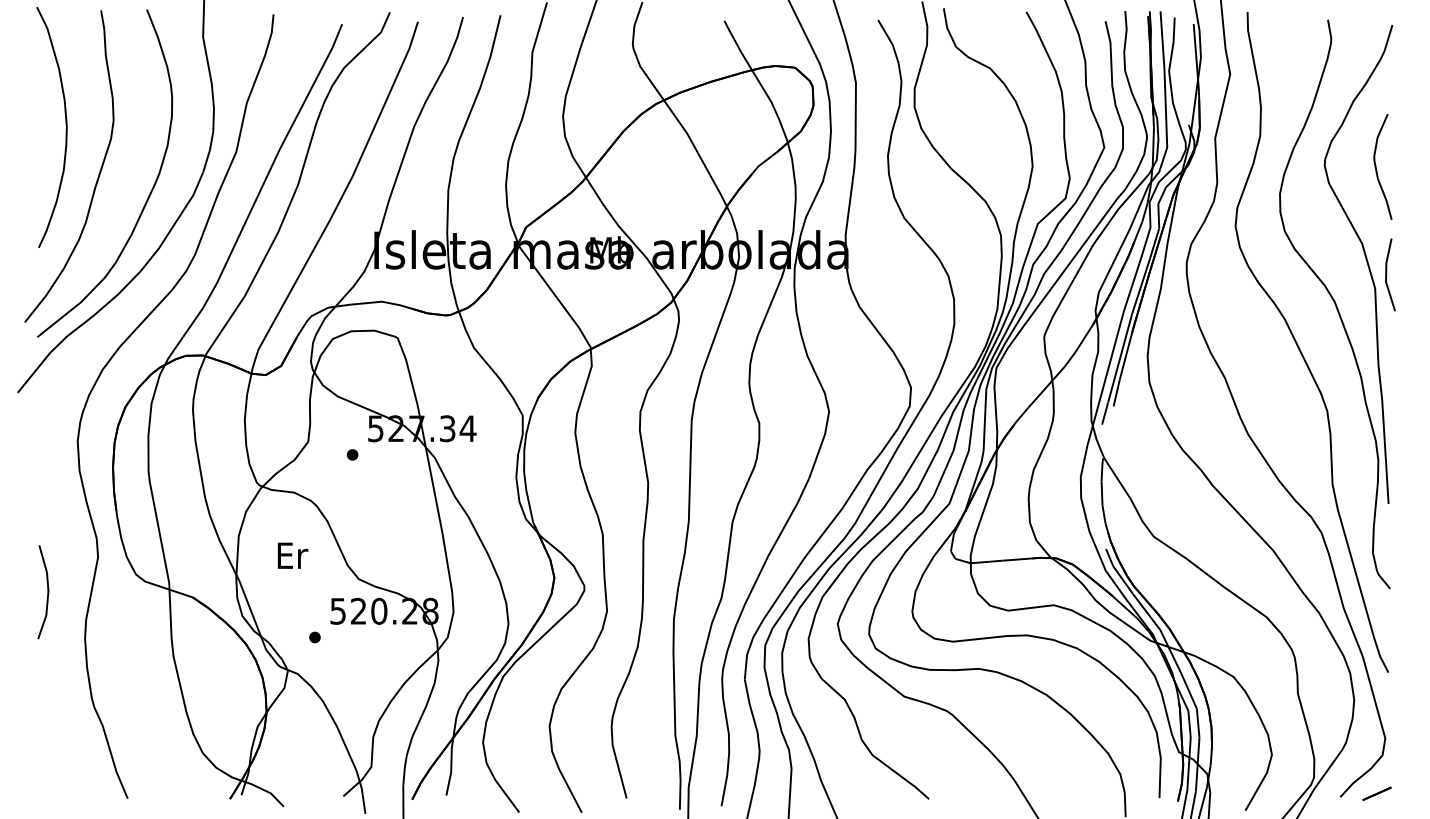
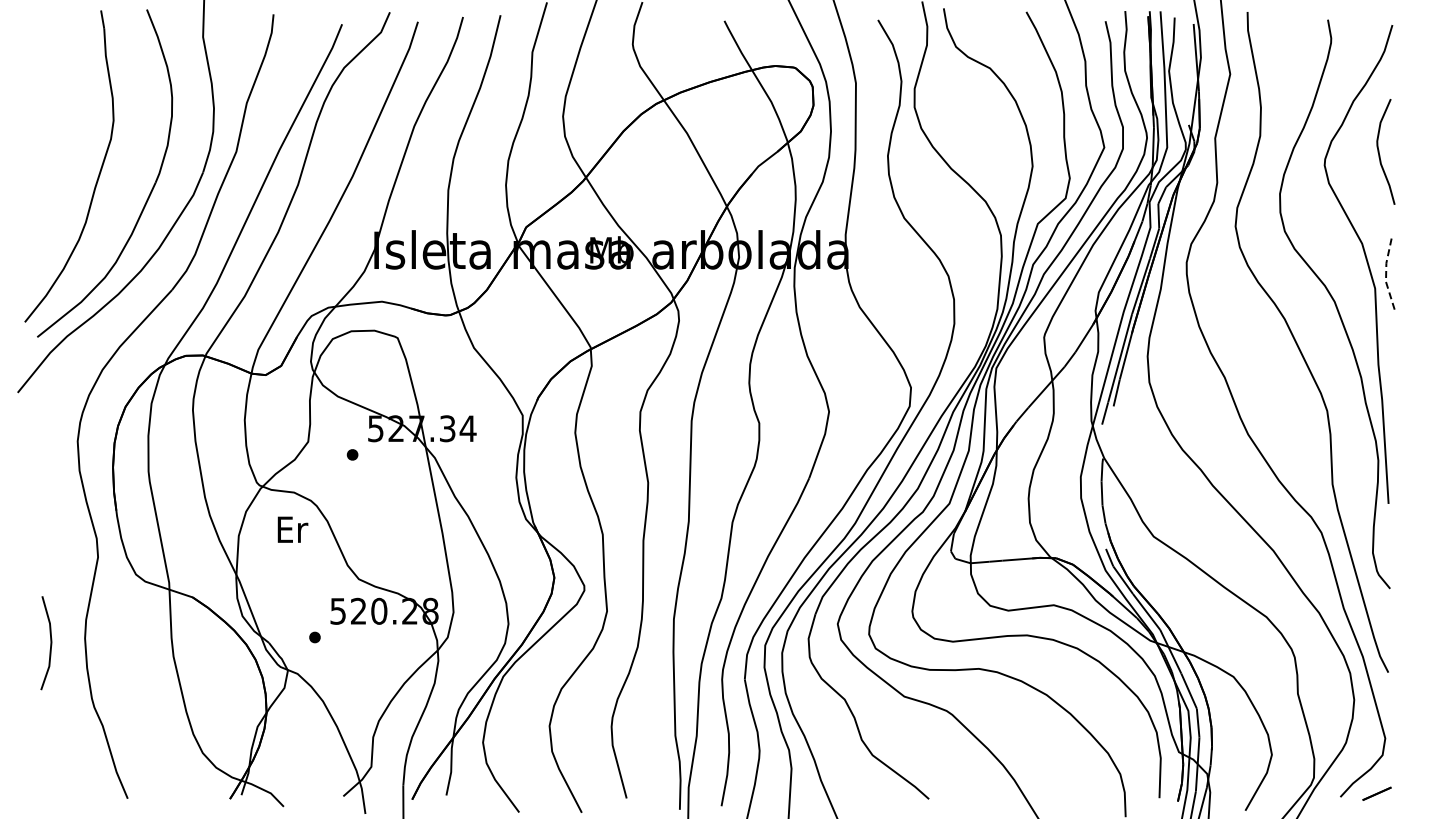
curve at (65, 128): present -> none
curve at (1376, 166) position: (1376, 166) -> (1379, 151)
line at (1386, 274): solid -> dashed
text at (292, 555) position: (292, 555) -> (292, 529)
line at (47, 592) position: (47, 592) -> (50, 643)
